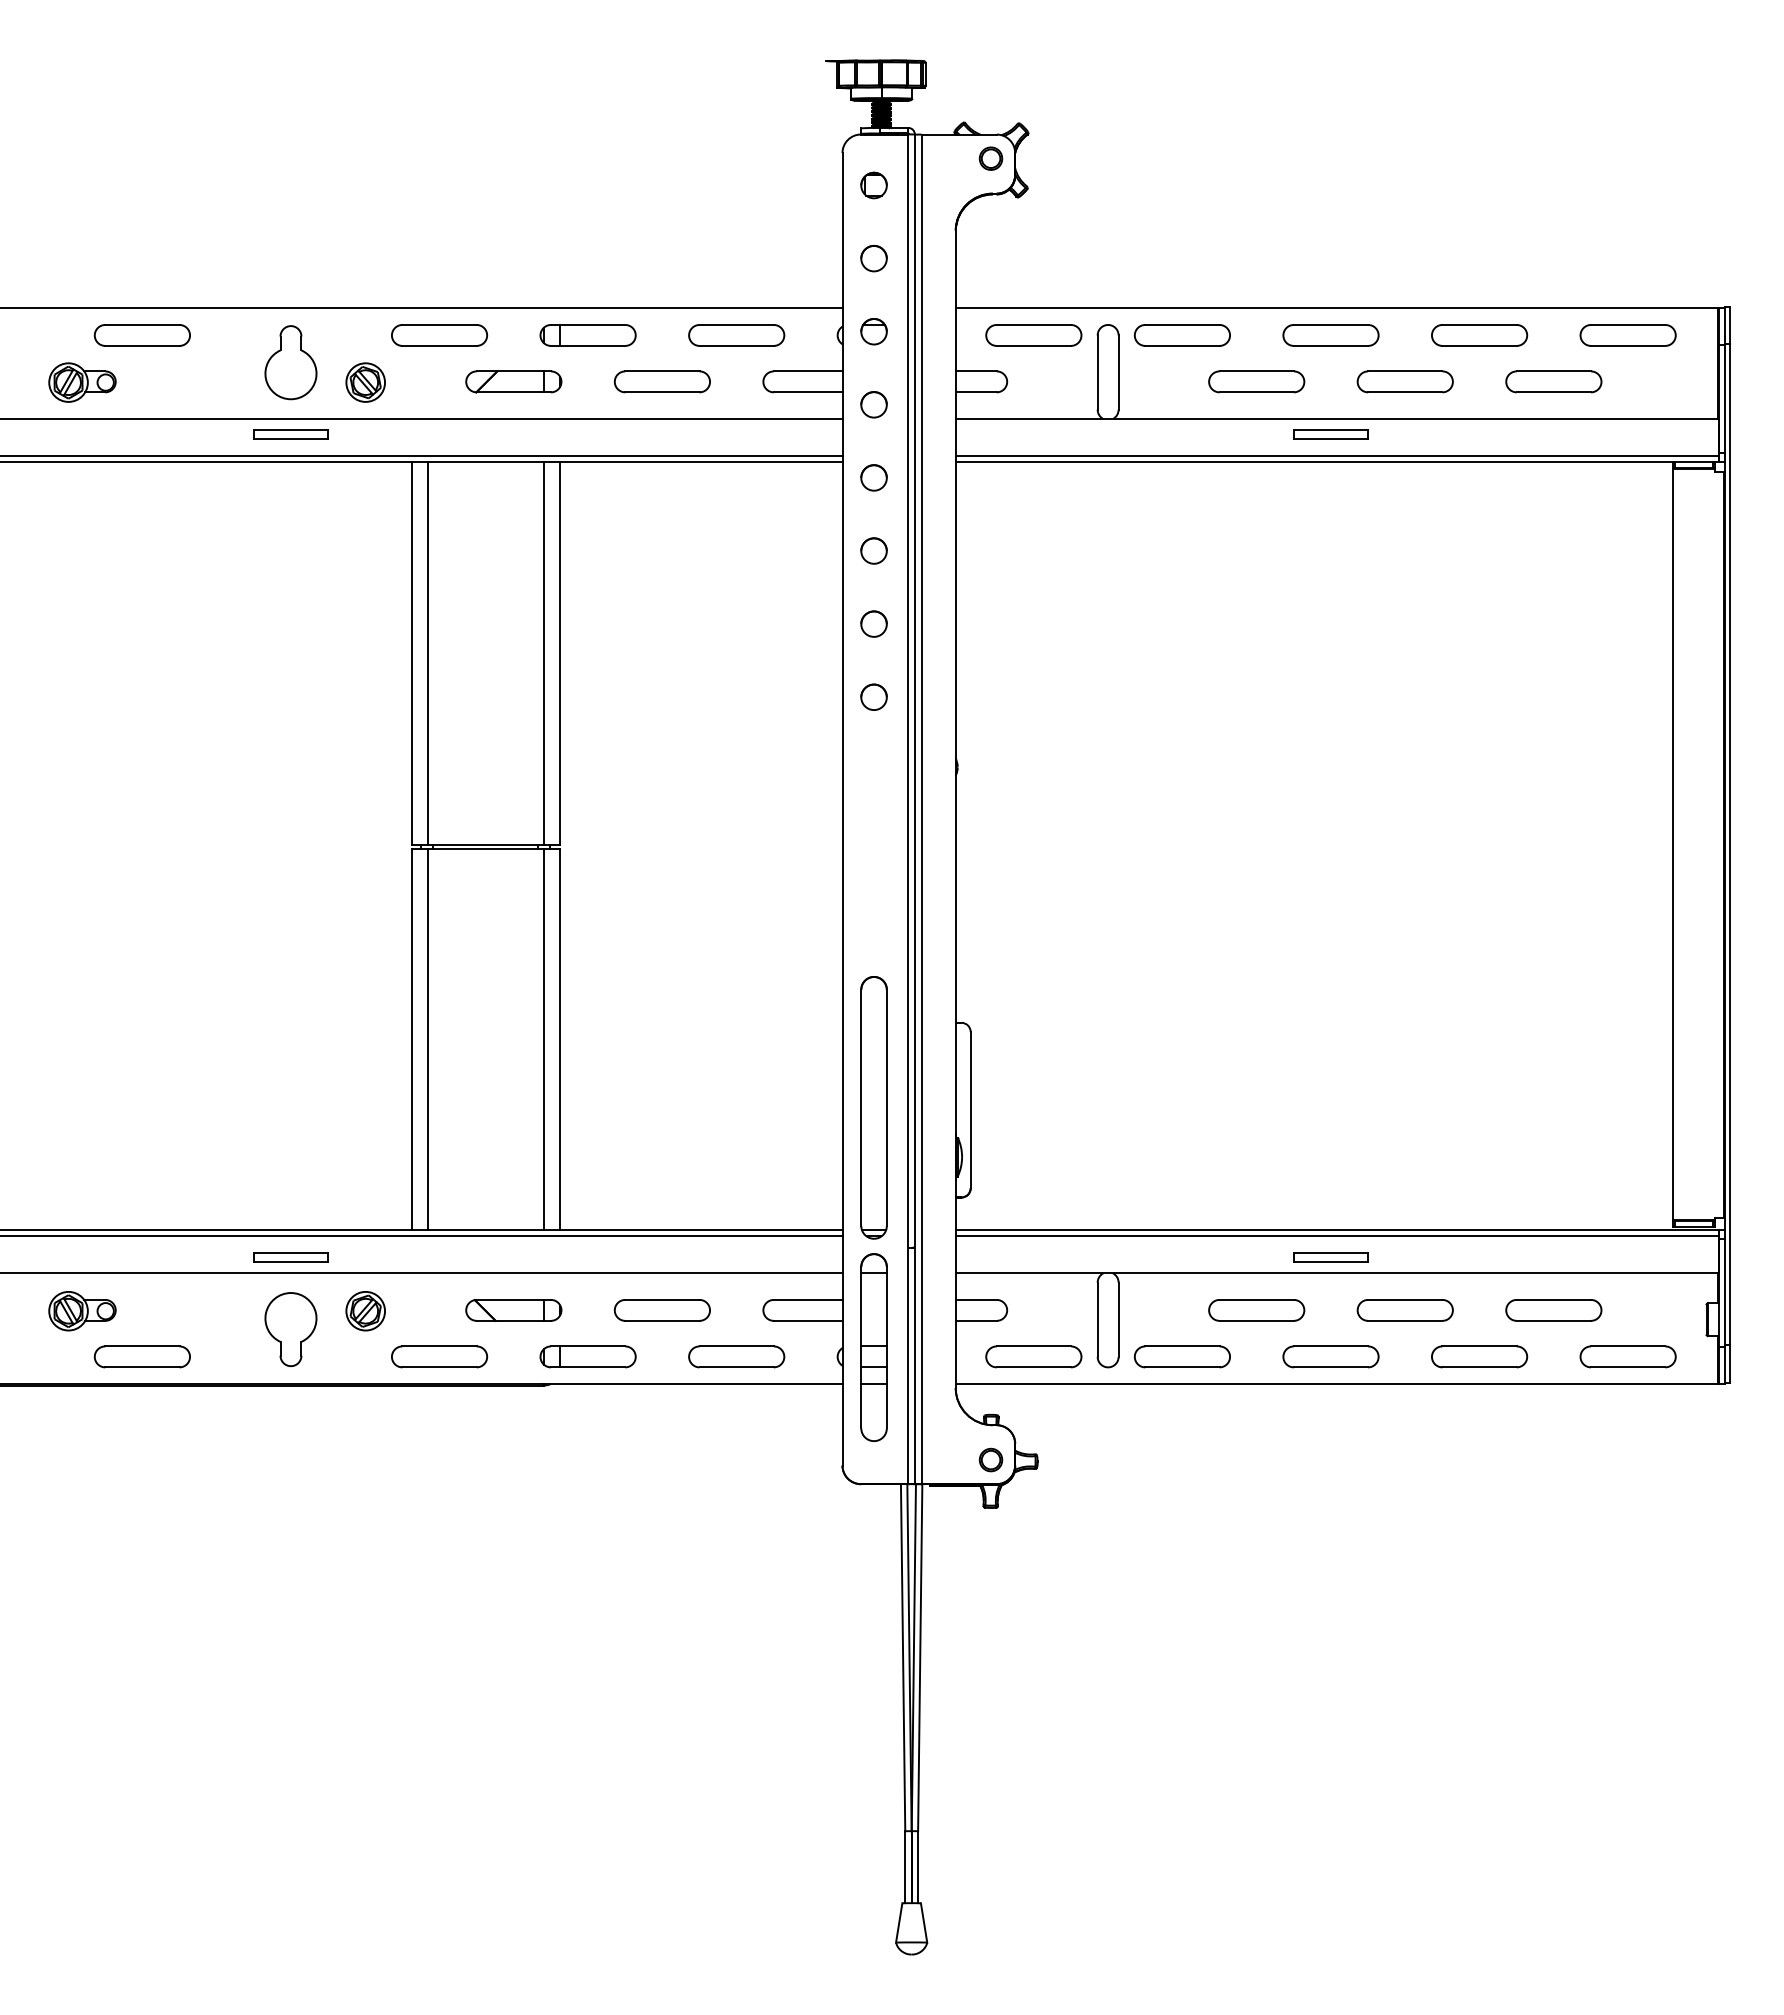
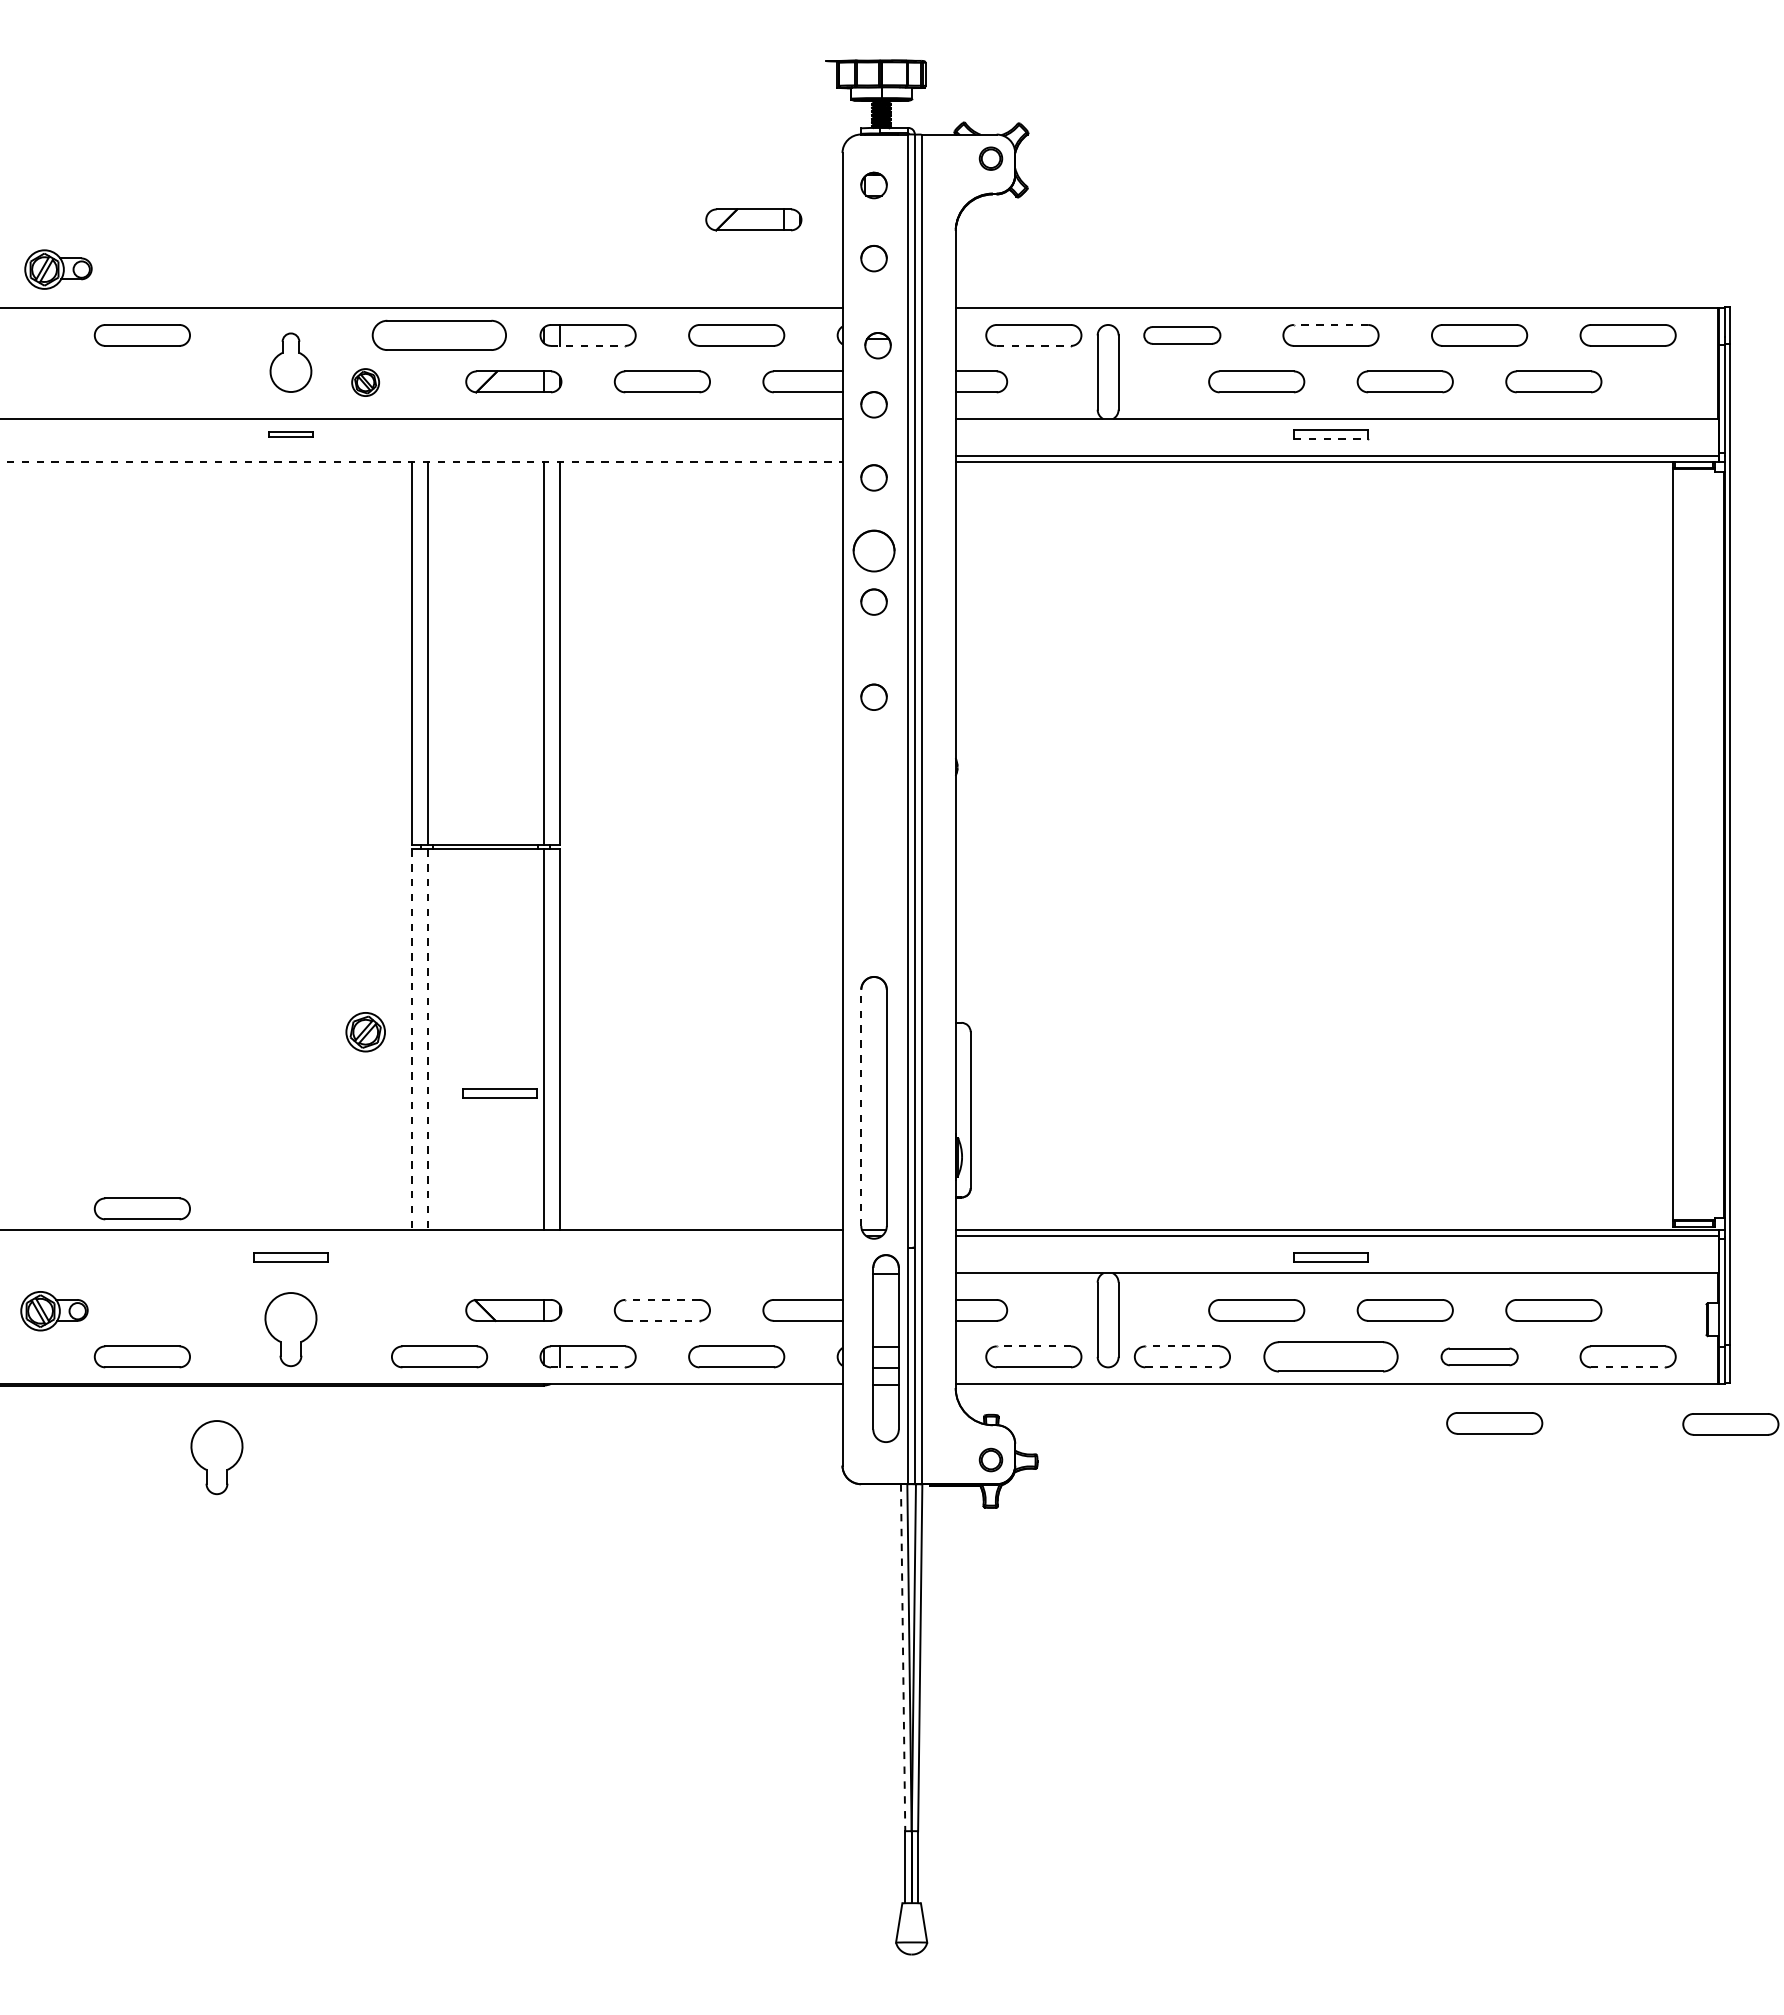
part at (753, 219): none -> present
line at (1330, 324): solid -> dashed
part at (873, 331) position: (873, 331) -> (877, 345)
part at (439, 335) size: 98x23 px -> 136x32 px
part at (1181, 335) size: 98x23 px -> 79x19 px
line at (588, 345): solid -> dashed
line at (1034, 345): solid -> dashed
part at (290, 362) size: 54x76 px -> 44x61 px
part at (82, 382) position: (82, 382) -> (58, 269)
part at (365, 382) size: 41x41 px -> 30x29 px
part at (290, 434) size: 76x11 px -> 46x7 px
line at (1331, 439): solid -> dashed
line at (422, 455): present -> none
line at (421, 462): solid -> dashed
circle at (873, 550) size: 28x28 px -> 44x44 px
circle at (873, 623) position: (873, 623) -> (873, 601)
line at (411, 1040): solid -> dashed
line at (428, 1040): solid -> dashed
part at (499, 1093): none -> present
line at (861, 1107): solid -> dashed
part at (141, 1208): none -> present
line at (422, 1236): present -> none
line at (422, 1273): present -> none
line at (661, 1300): solid -> dashed
part at (82, 1311) position: (82, 1311) -> (54, 1311)
part at (365, 1311) position: (365, 1311) -> (365, 1032)
line at (662, 1320): solid -> dashed
line at (1033, 1346): solid -> dashed
line at (1181, 1346): solid -> dashed
part at (873, 1347) position: (873, 1347) -> (885, 1348)
part at (1330, 1356) size: 98x24 px -> 136x32 px
part at (1479, 1356) size: 98x24 px -> 79x20 px
line at (588, 1367): solid -> dashed
line at (1182, 1367): solid -> dashed
line at (1628, 1367): solid -> dashed
part at (1494, 1423): none -> present
part at (1730, 1424): none -> present
part at (216, 1457): none -> present
line at (903, 1657): solid -> dashed
